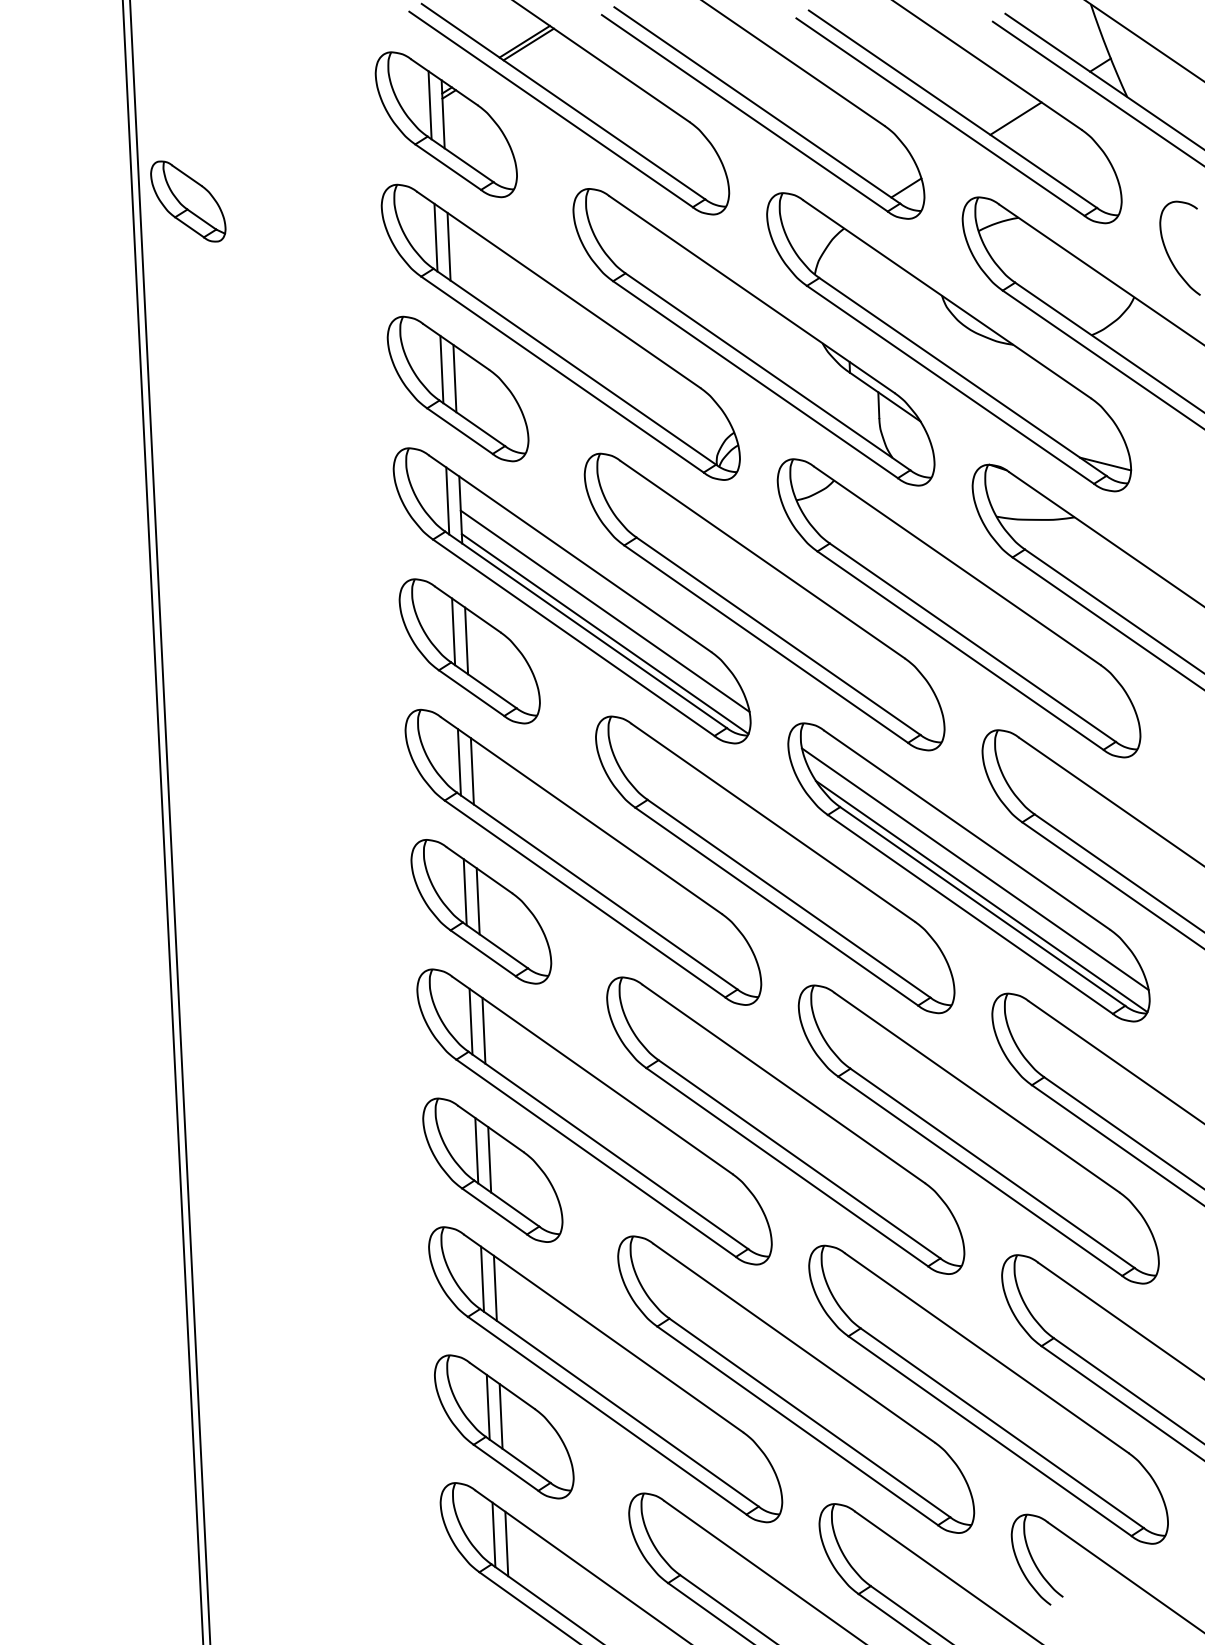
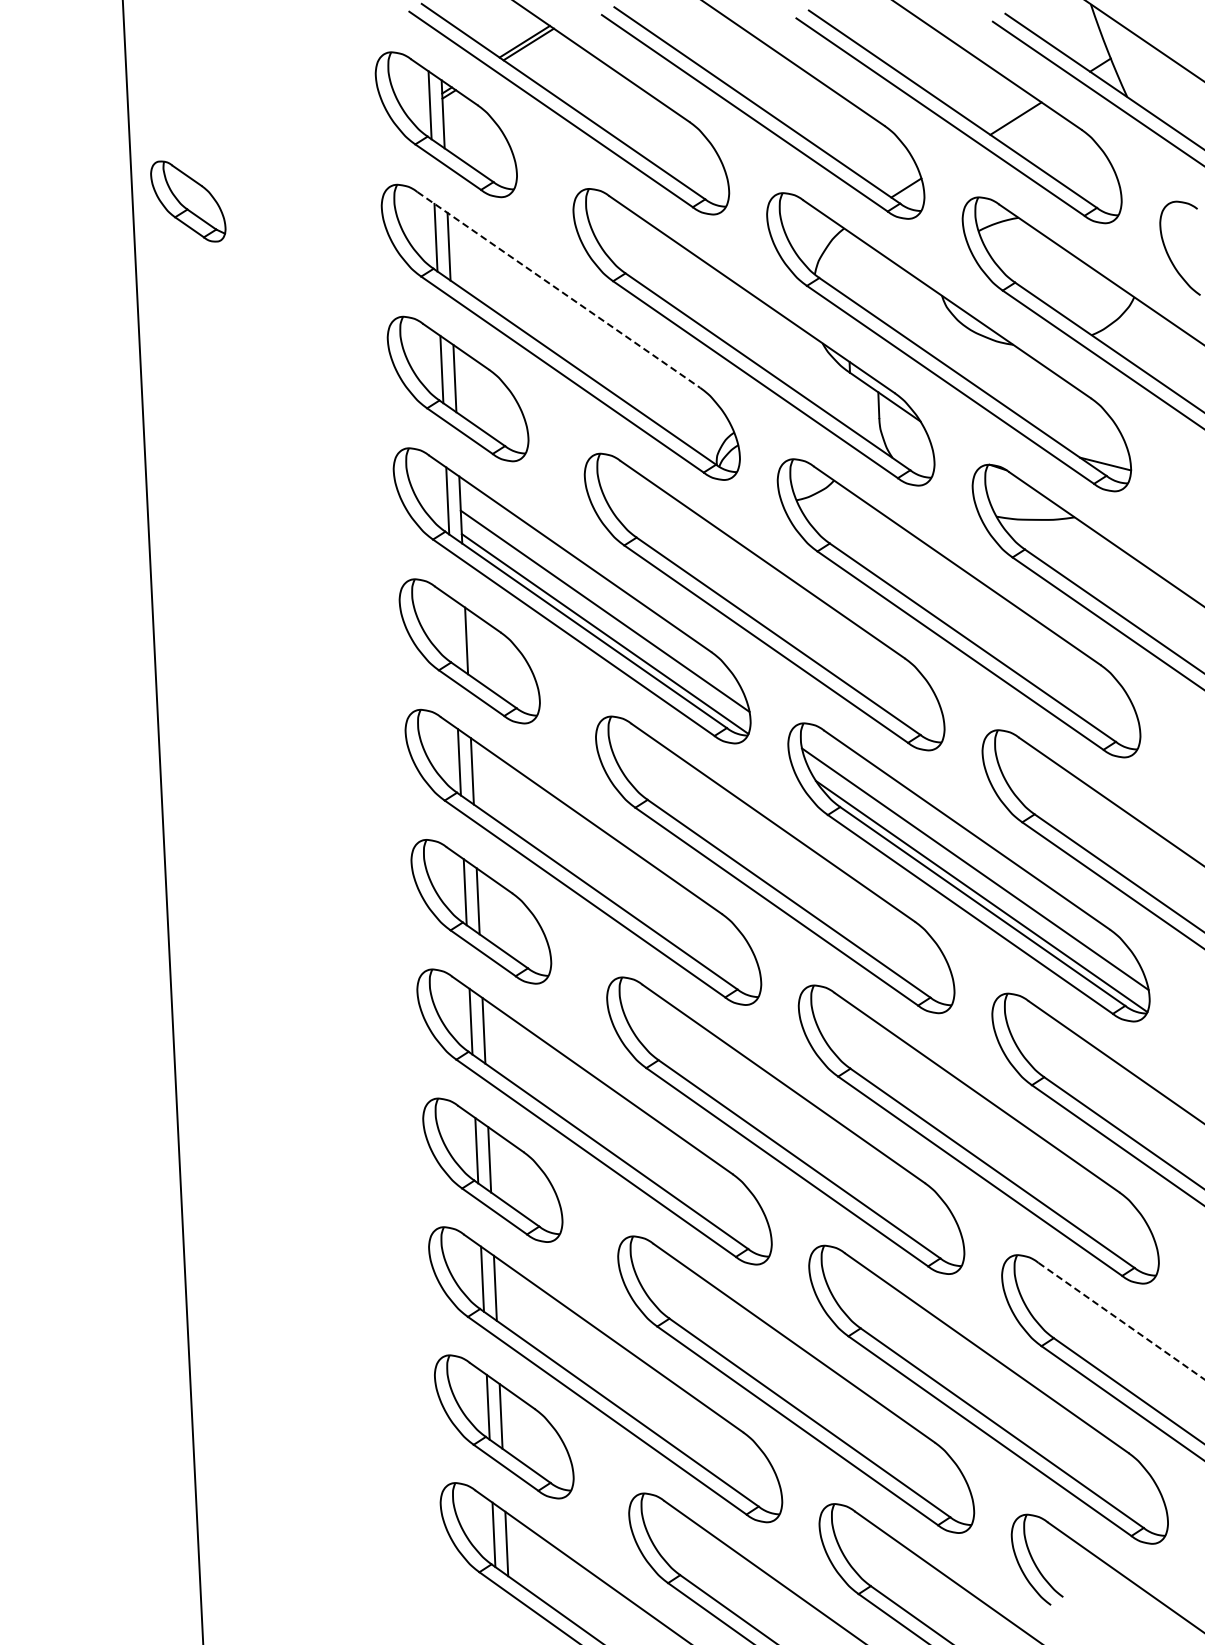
line at (559, 290): solid -> dashed
line at (453, 631): present -> none
line at (170, 821): present -> none
line at (1121, 1321): solid -> dashed
